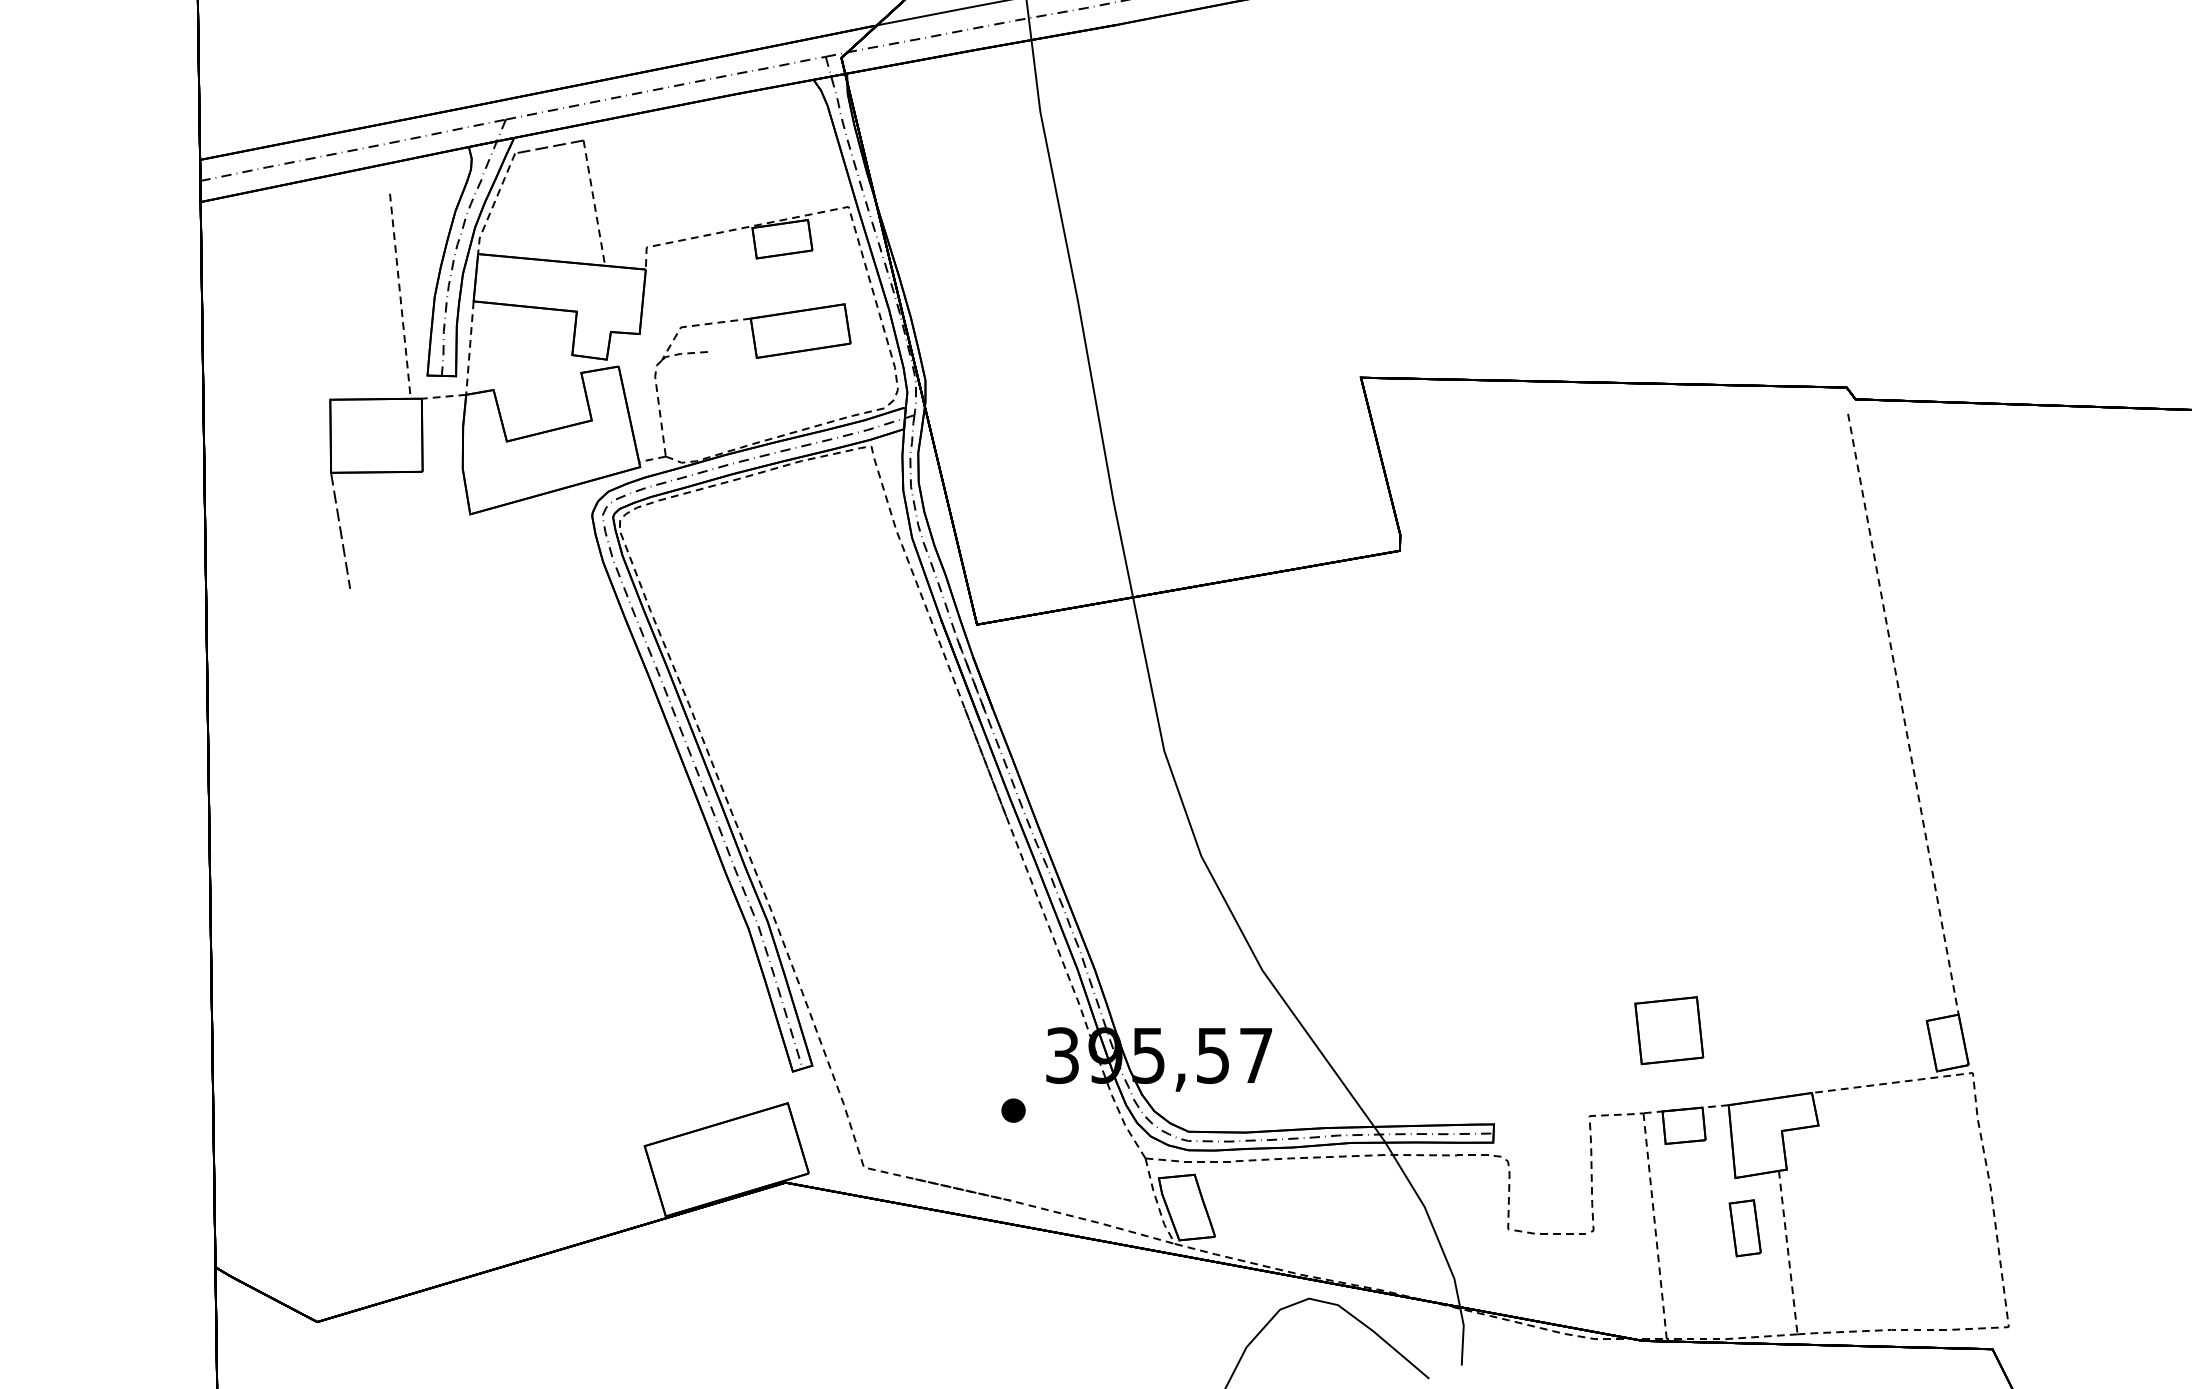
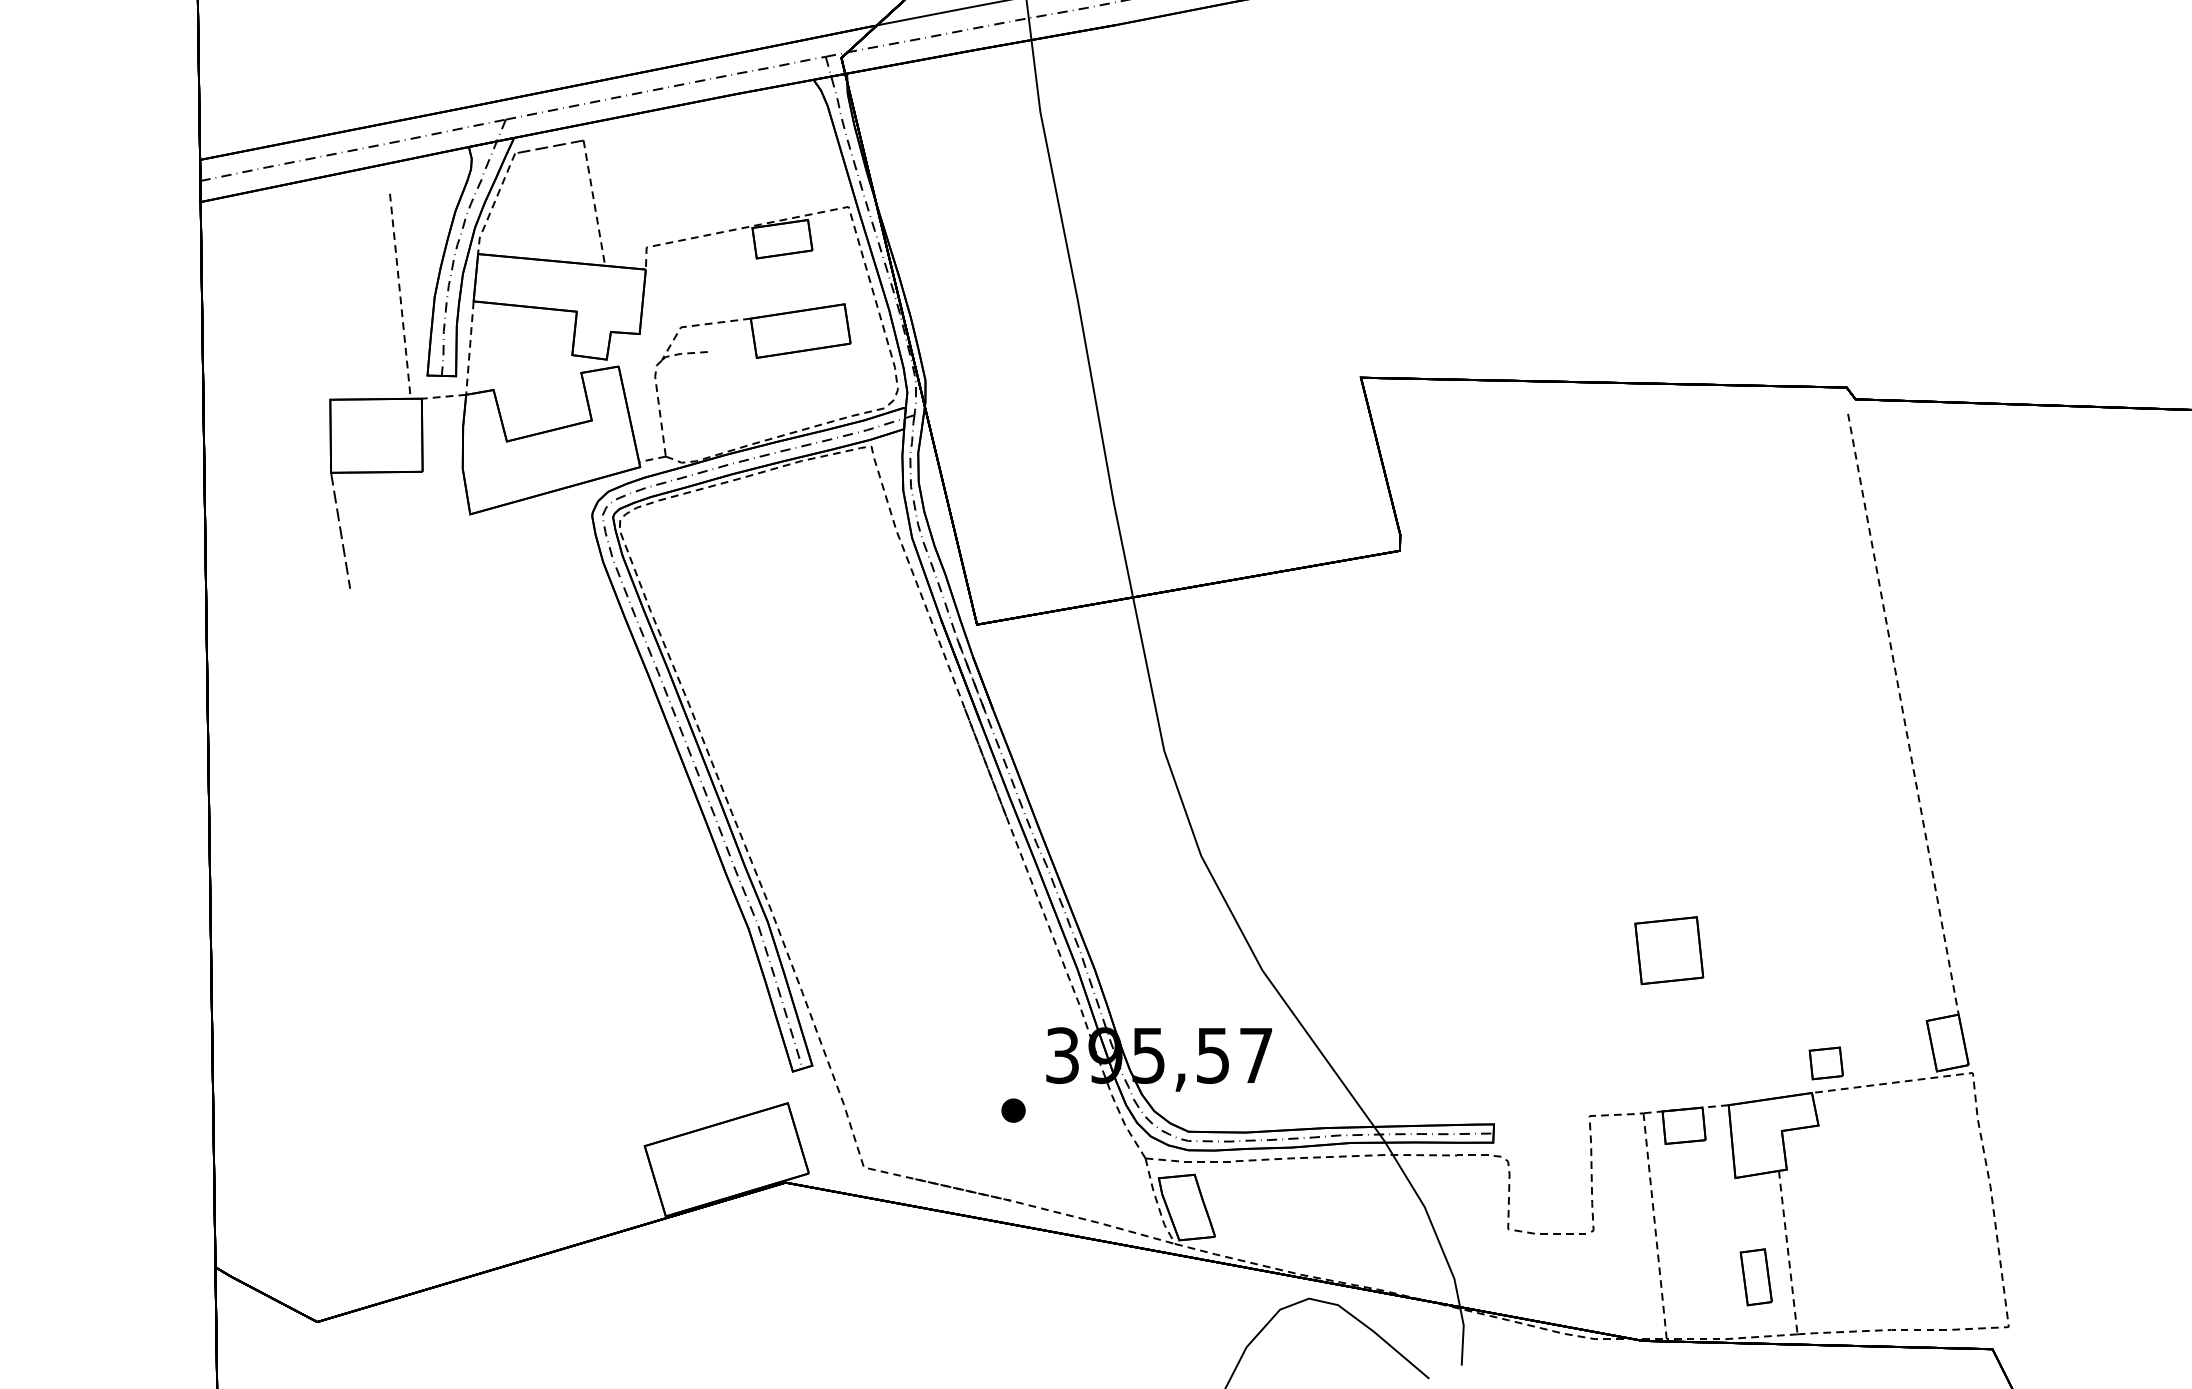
part at (1669, 1030) position: (1669, 1030) -> (1669, 950)
part at (1825, 1063): none -> present
part at (1744, 1228) position: (1744, 1228) -> (1755, 1277)
